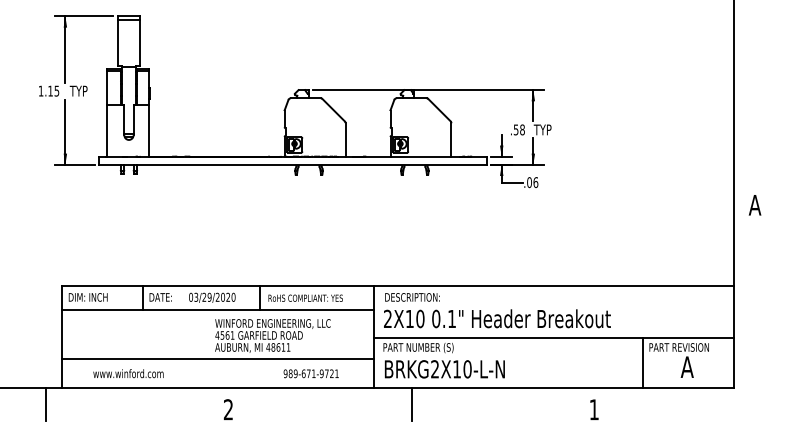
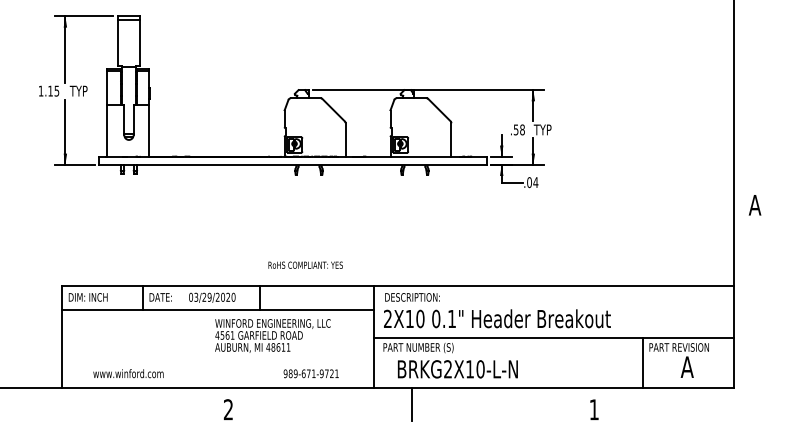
text at (535, 182): .06 -> .04
text at (305, 297) position: (305, 297) -> (305, 264)
line at (217, 358): present -> none
text at (444, 369) position: (444, 369) -> (457, 369)
line at (45, 404): present -> none
